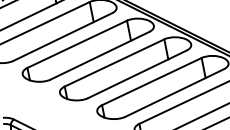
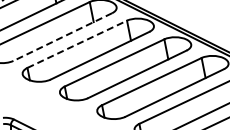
line at (62, 37): solid -> dashed
line at (77, 44): solid -> dashed
